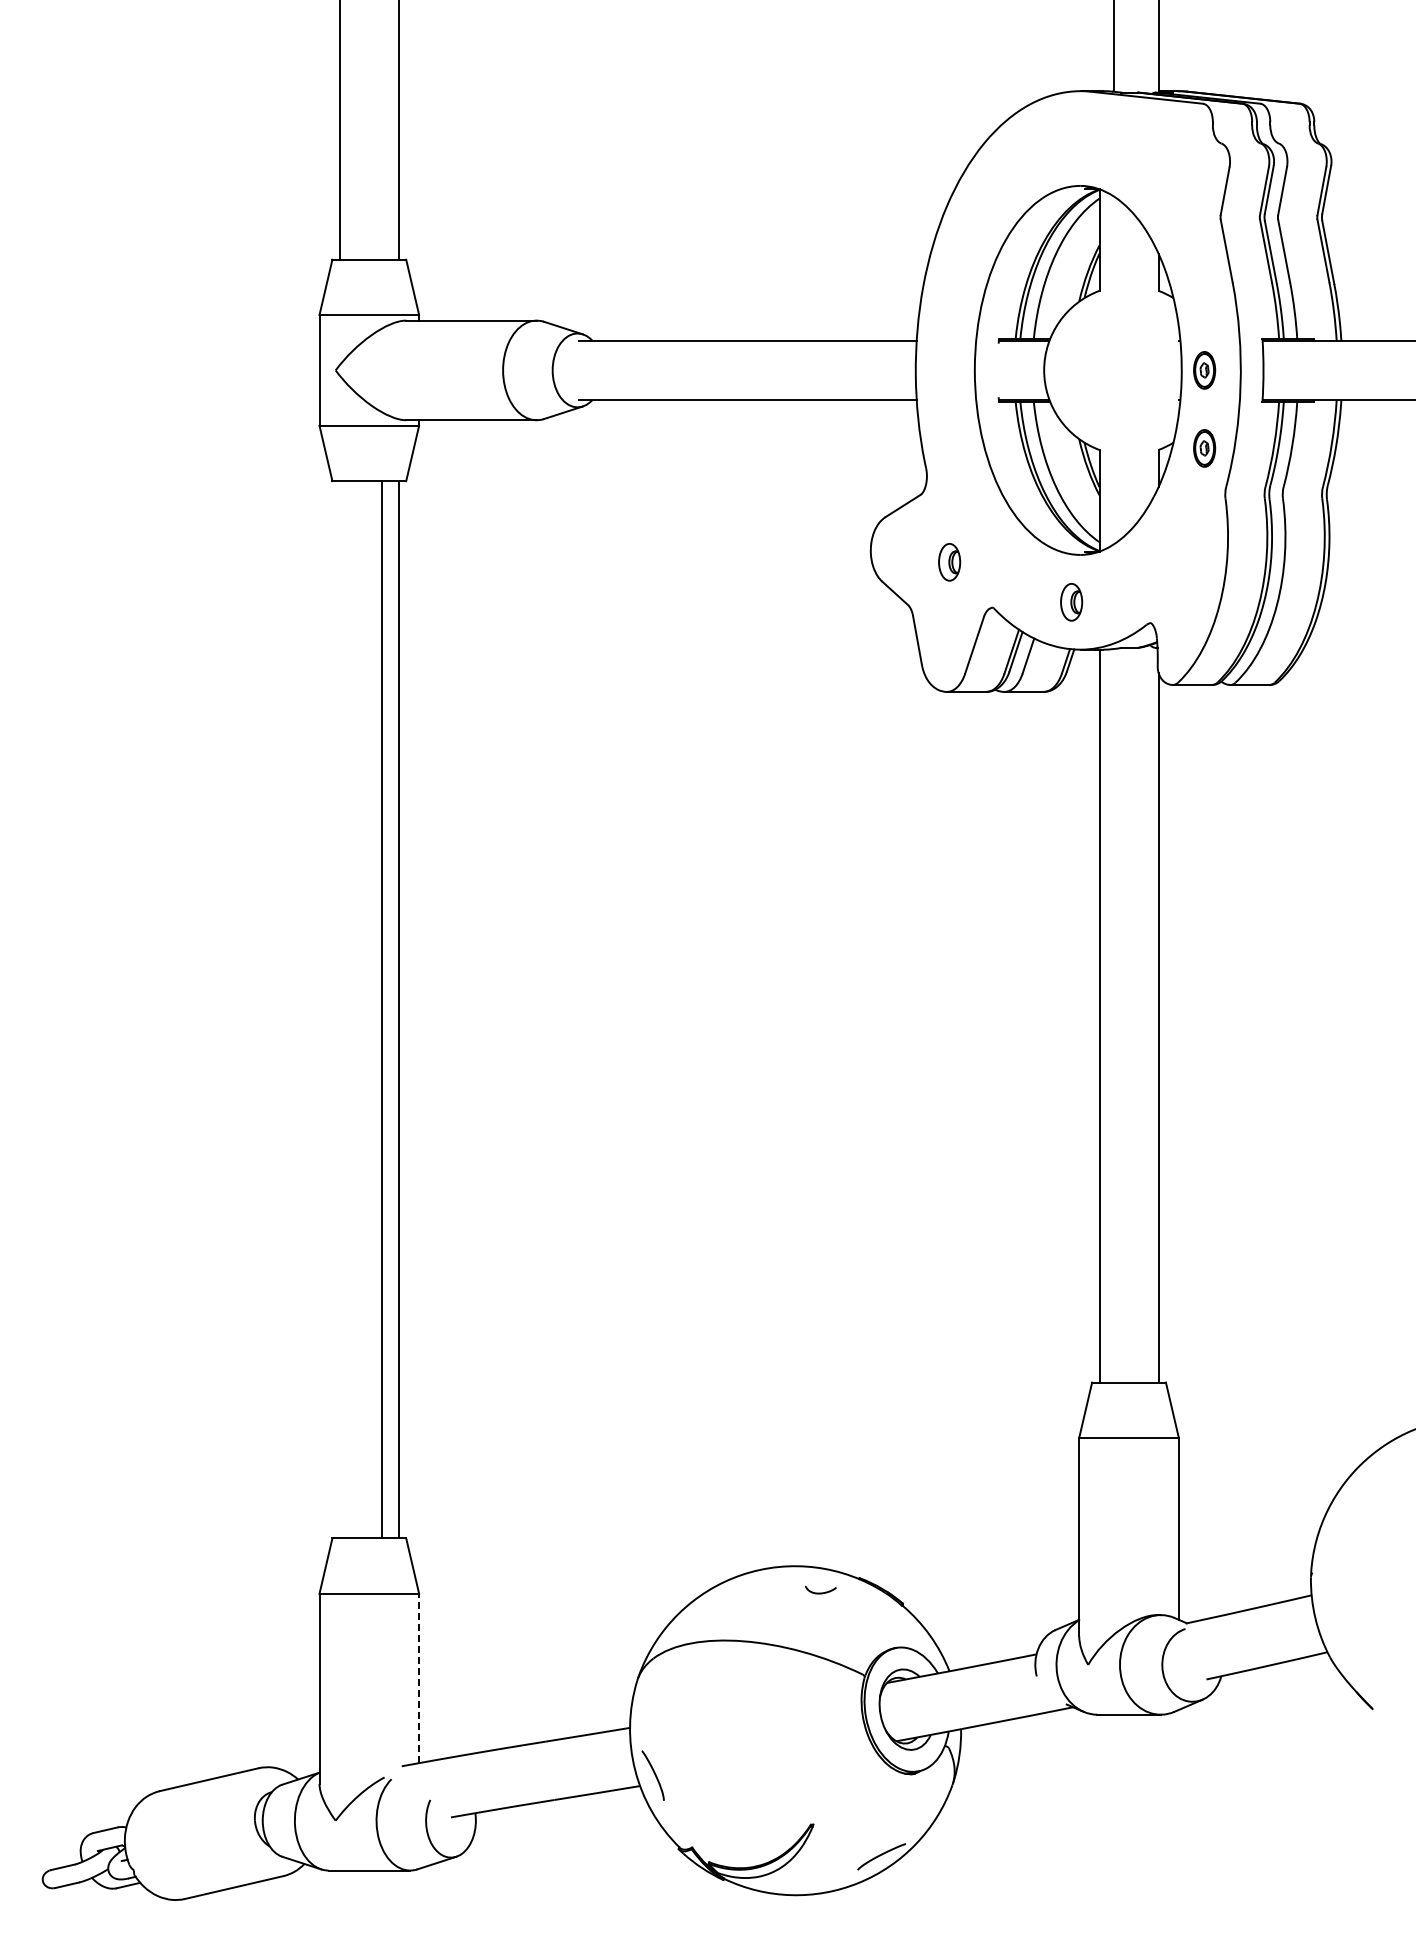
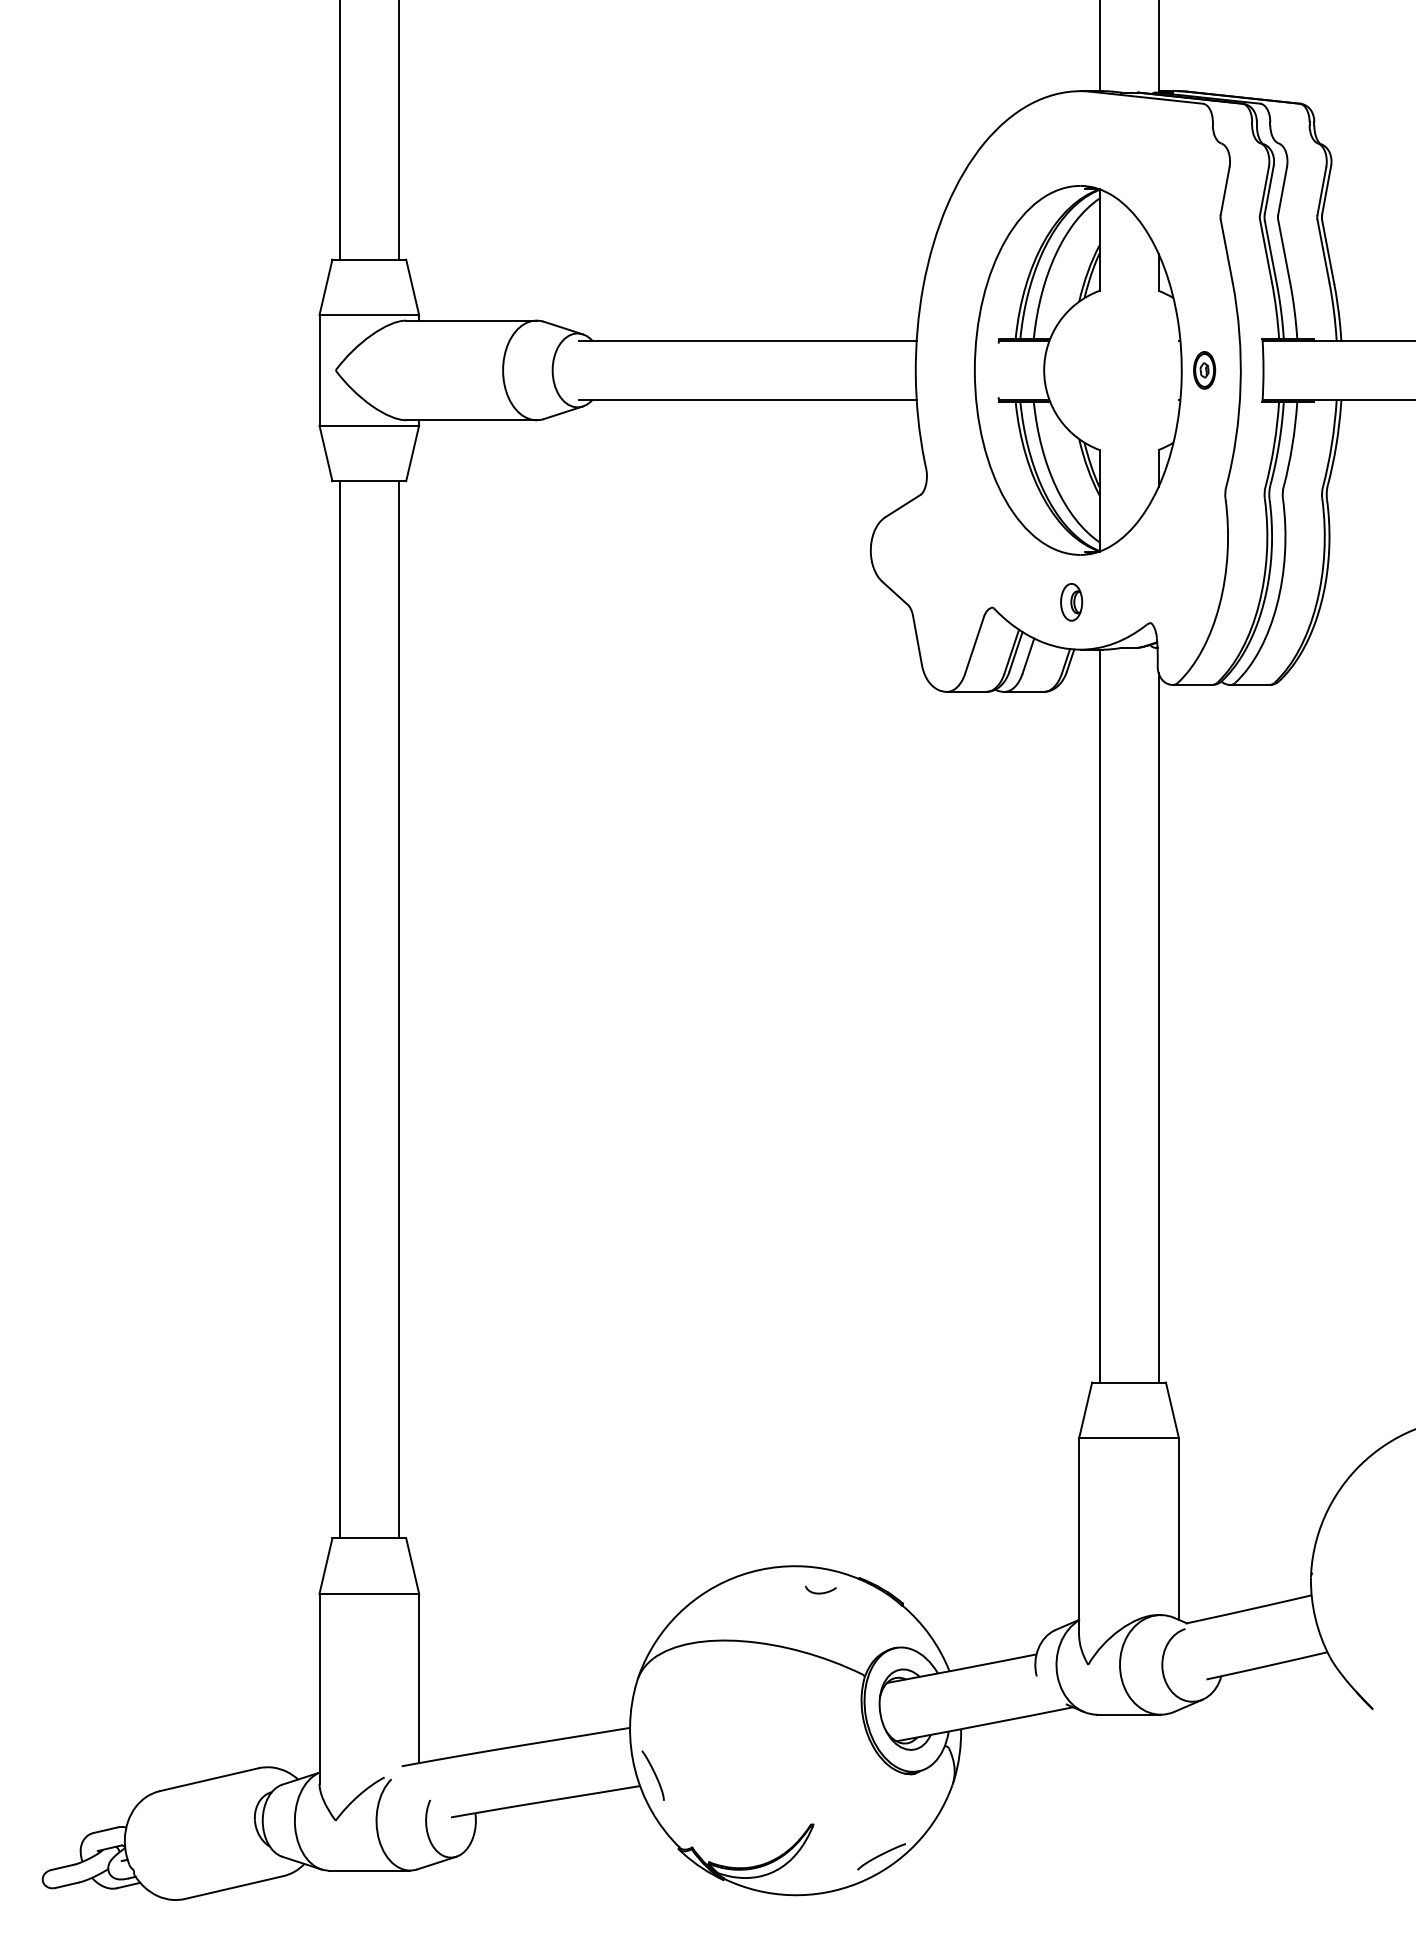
line at (1113, 46) position: (1113, 46) -> (1099, 46)
part at (1204, 448): present -> none
part at (949, 562): present -> none
line at (381, 1009) position: (381, 1009) -> (339, 1009)
line at (419, 1678): dashed -> solid
